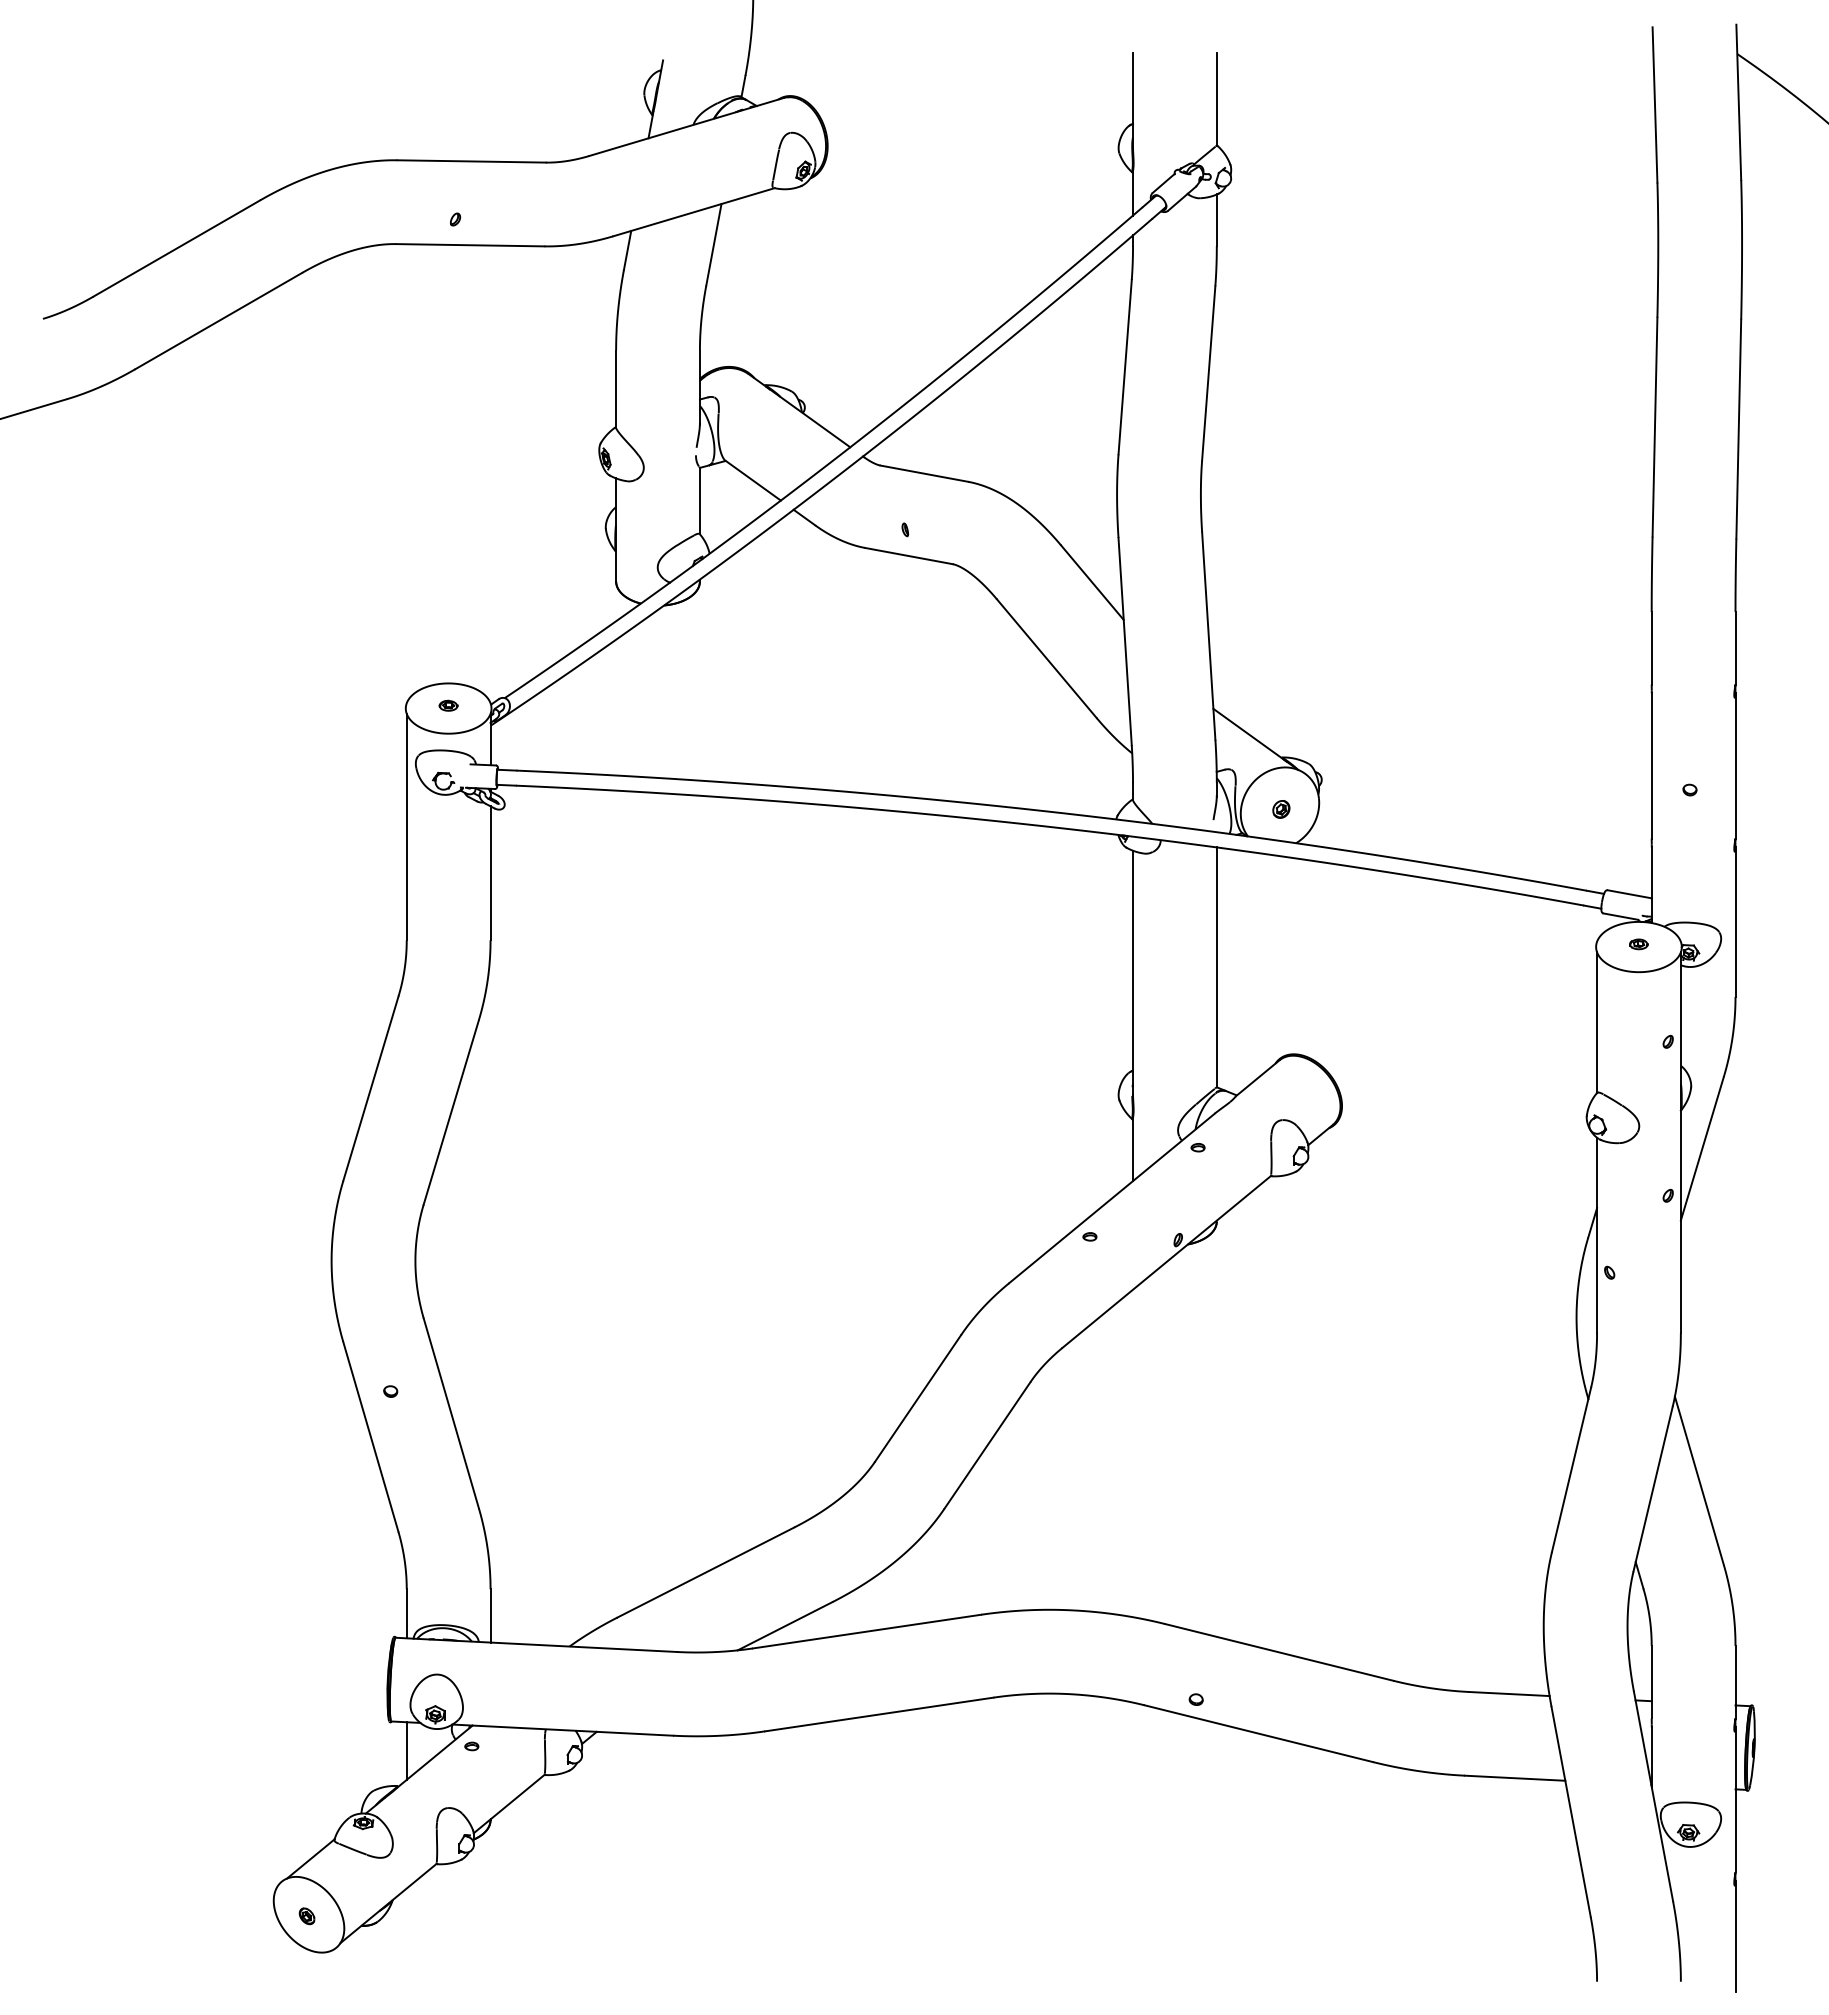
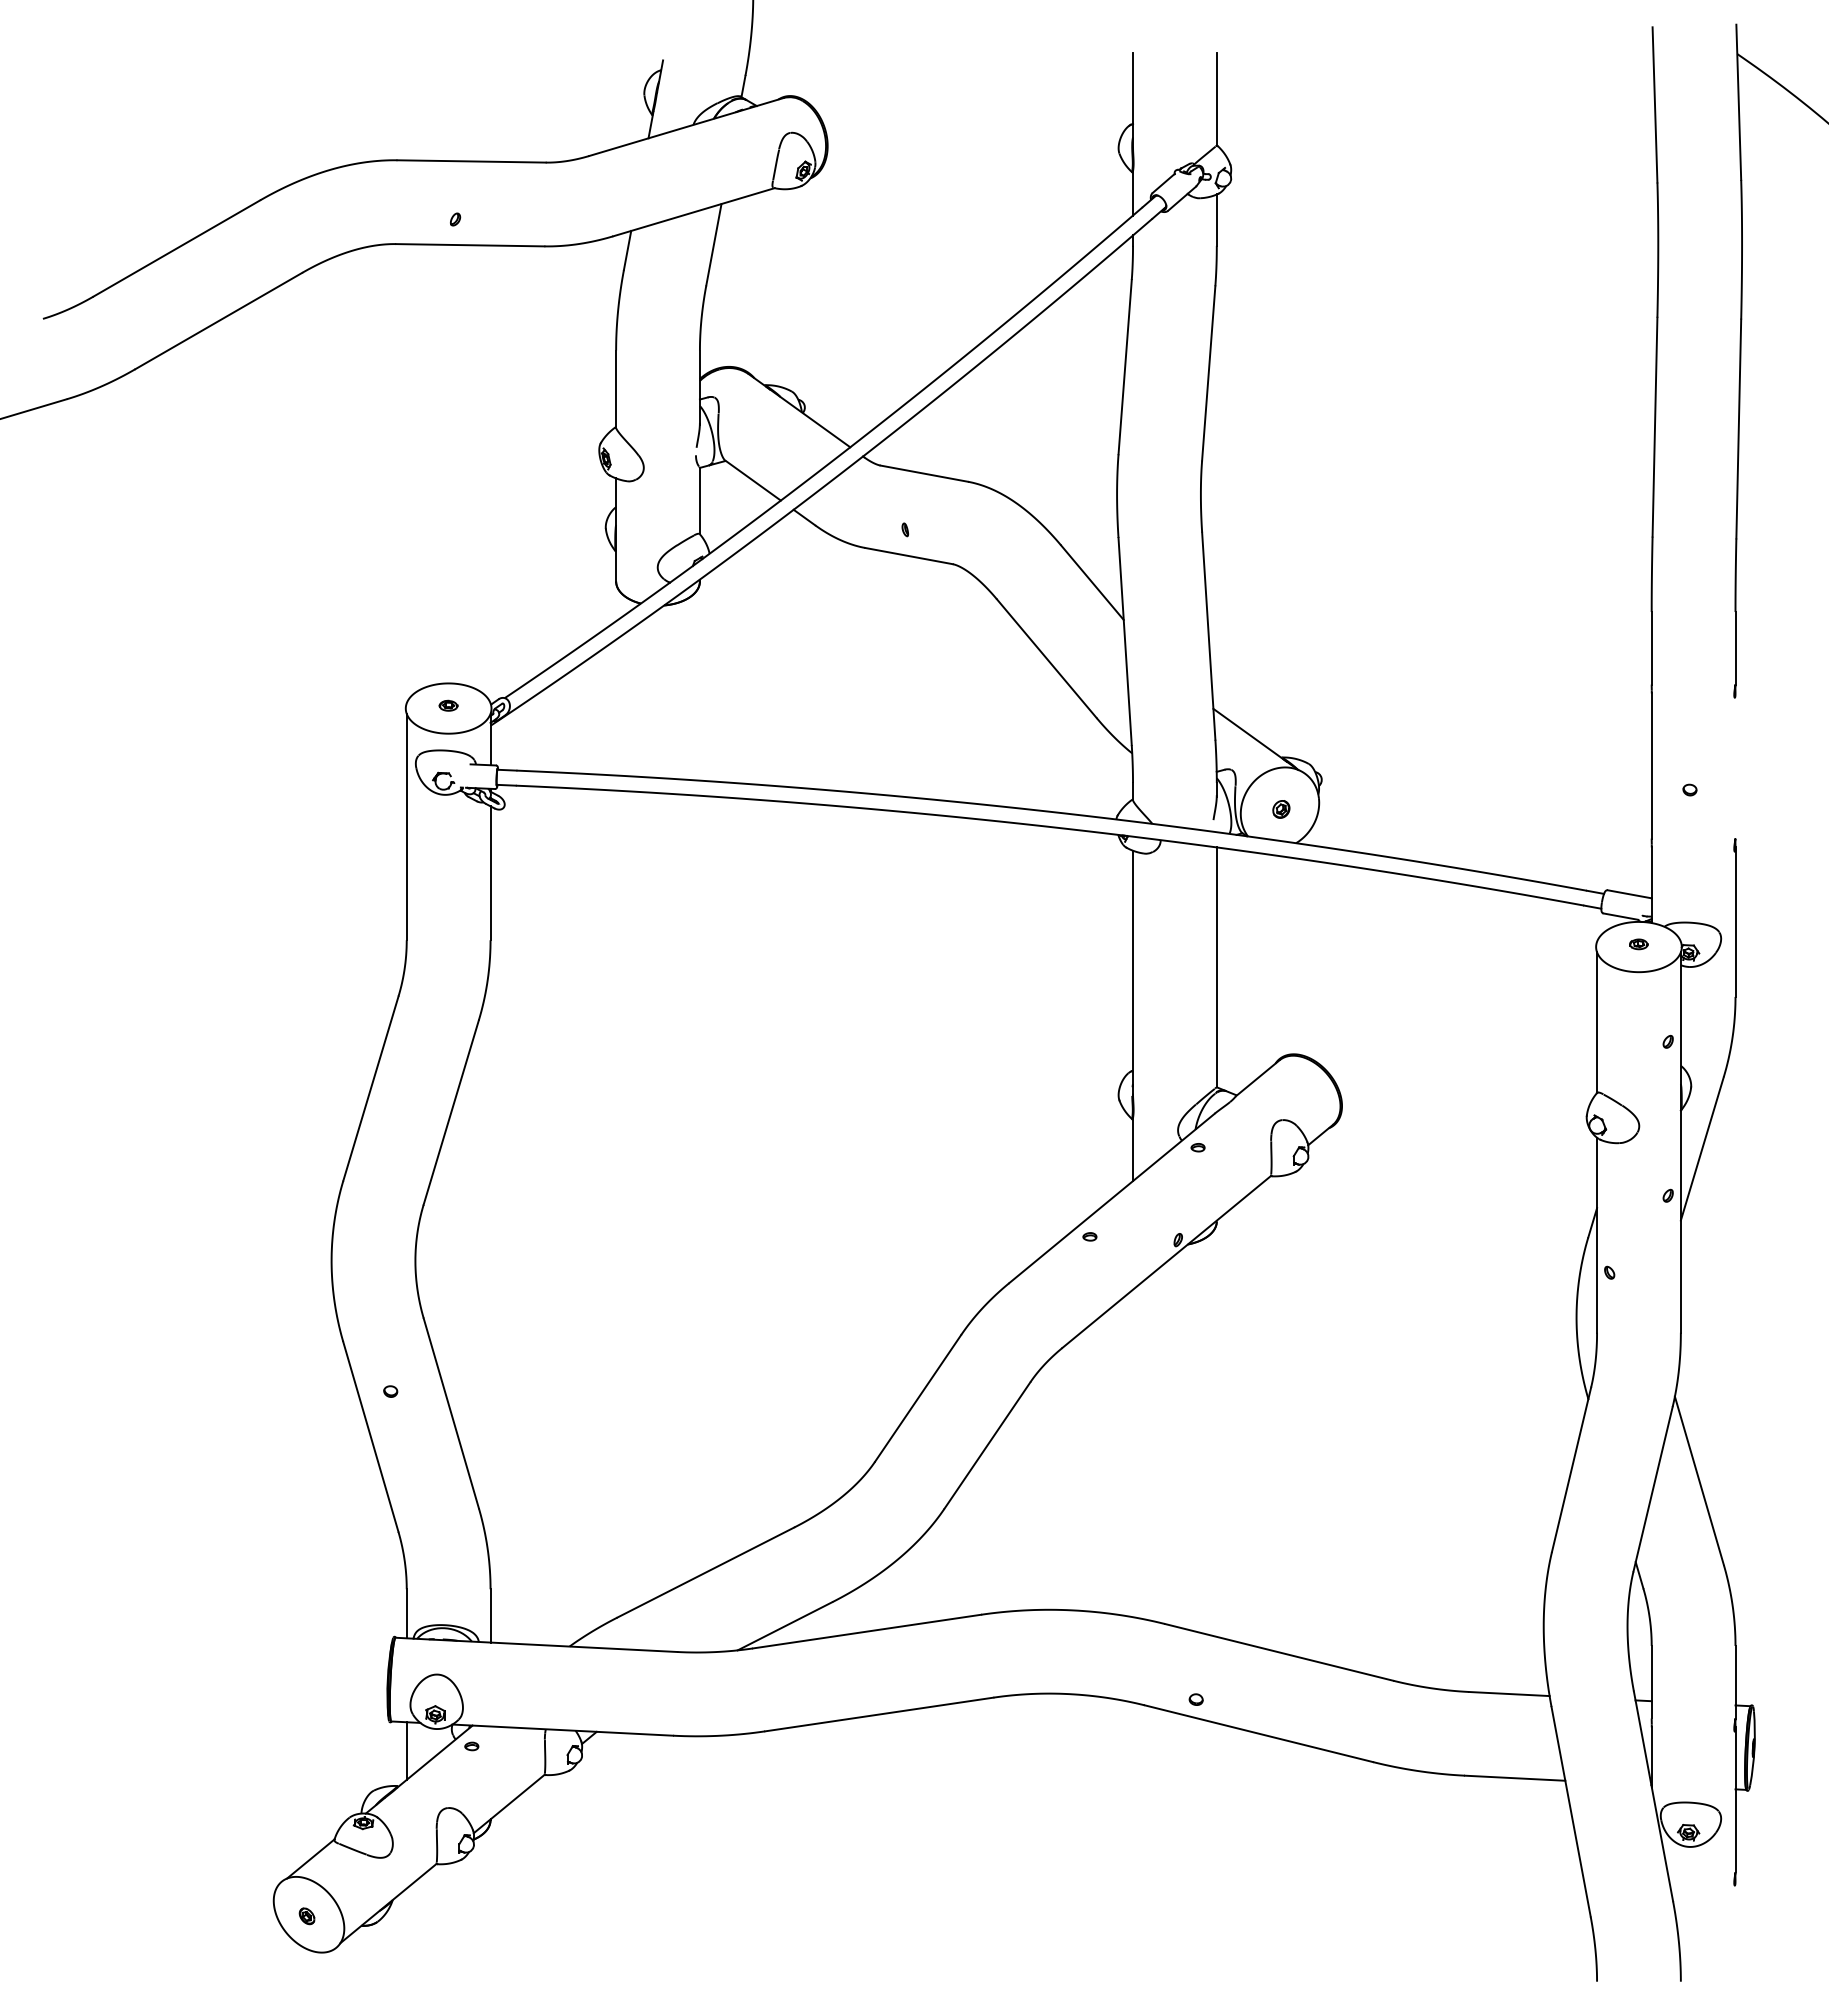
line at (1735, 765): present -> none
line at (1735, 1936): present -> none
